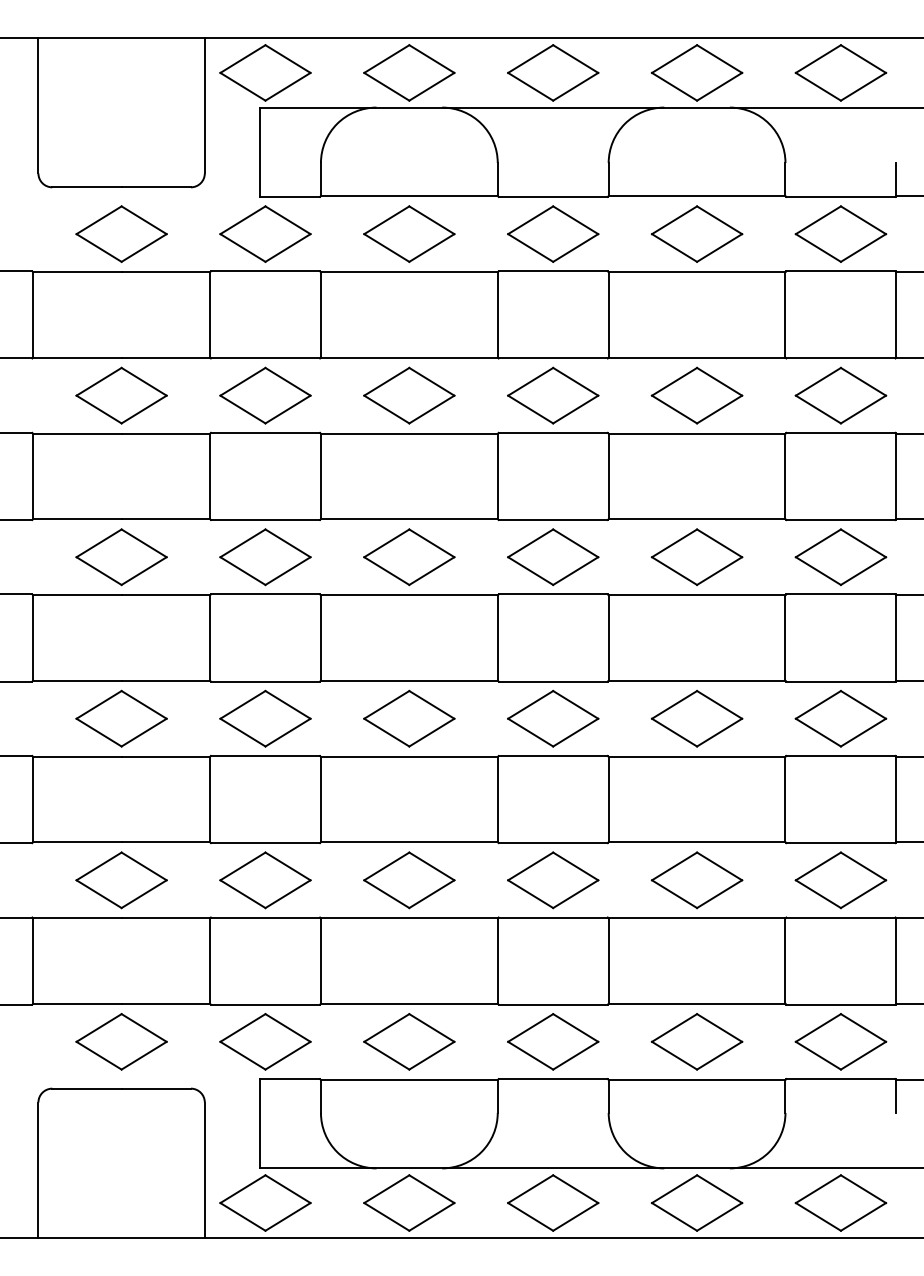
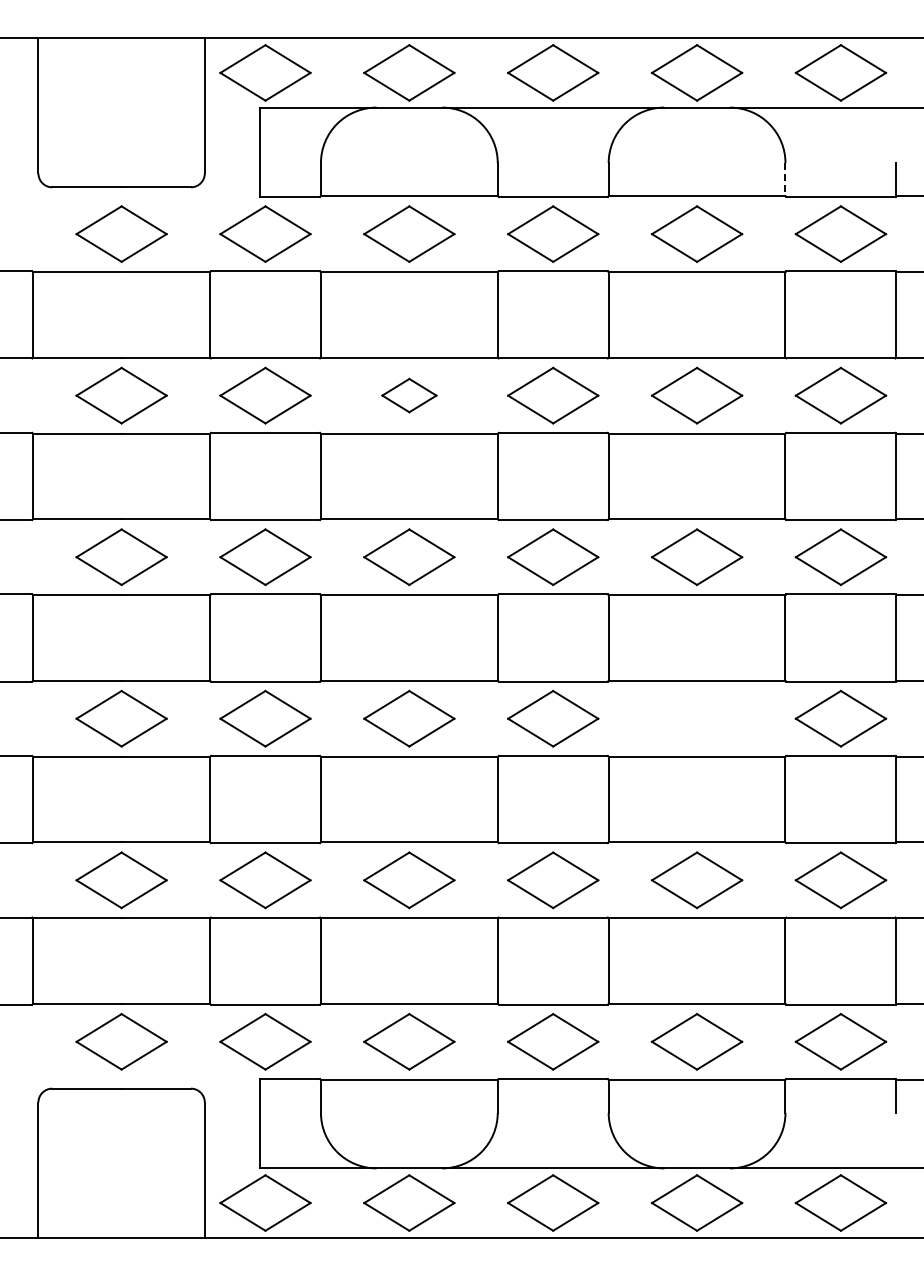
line at (785, 180): solid -> dashed
part at (409, 395) size: 93x59 px -> 57x37 px
part at (696, 718): present -> none
